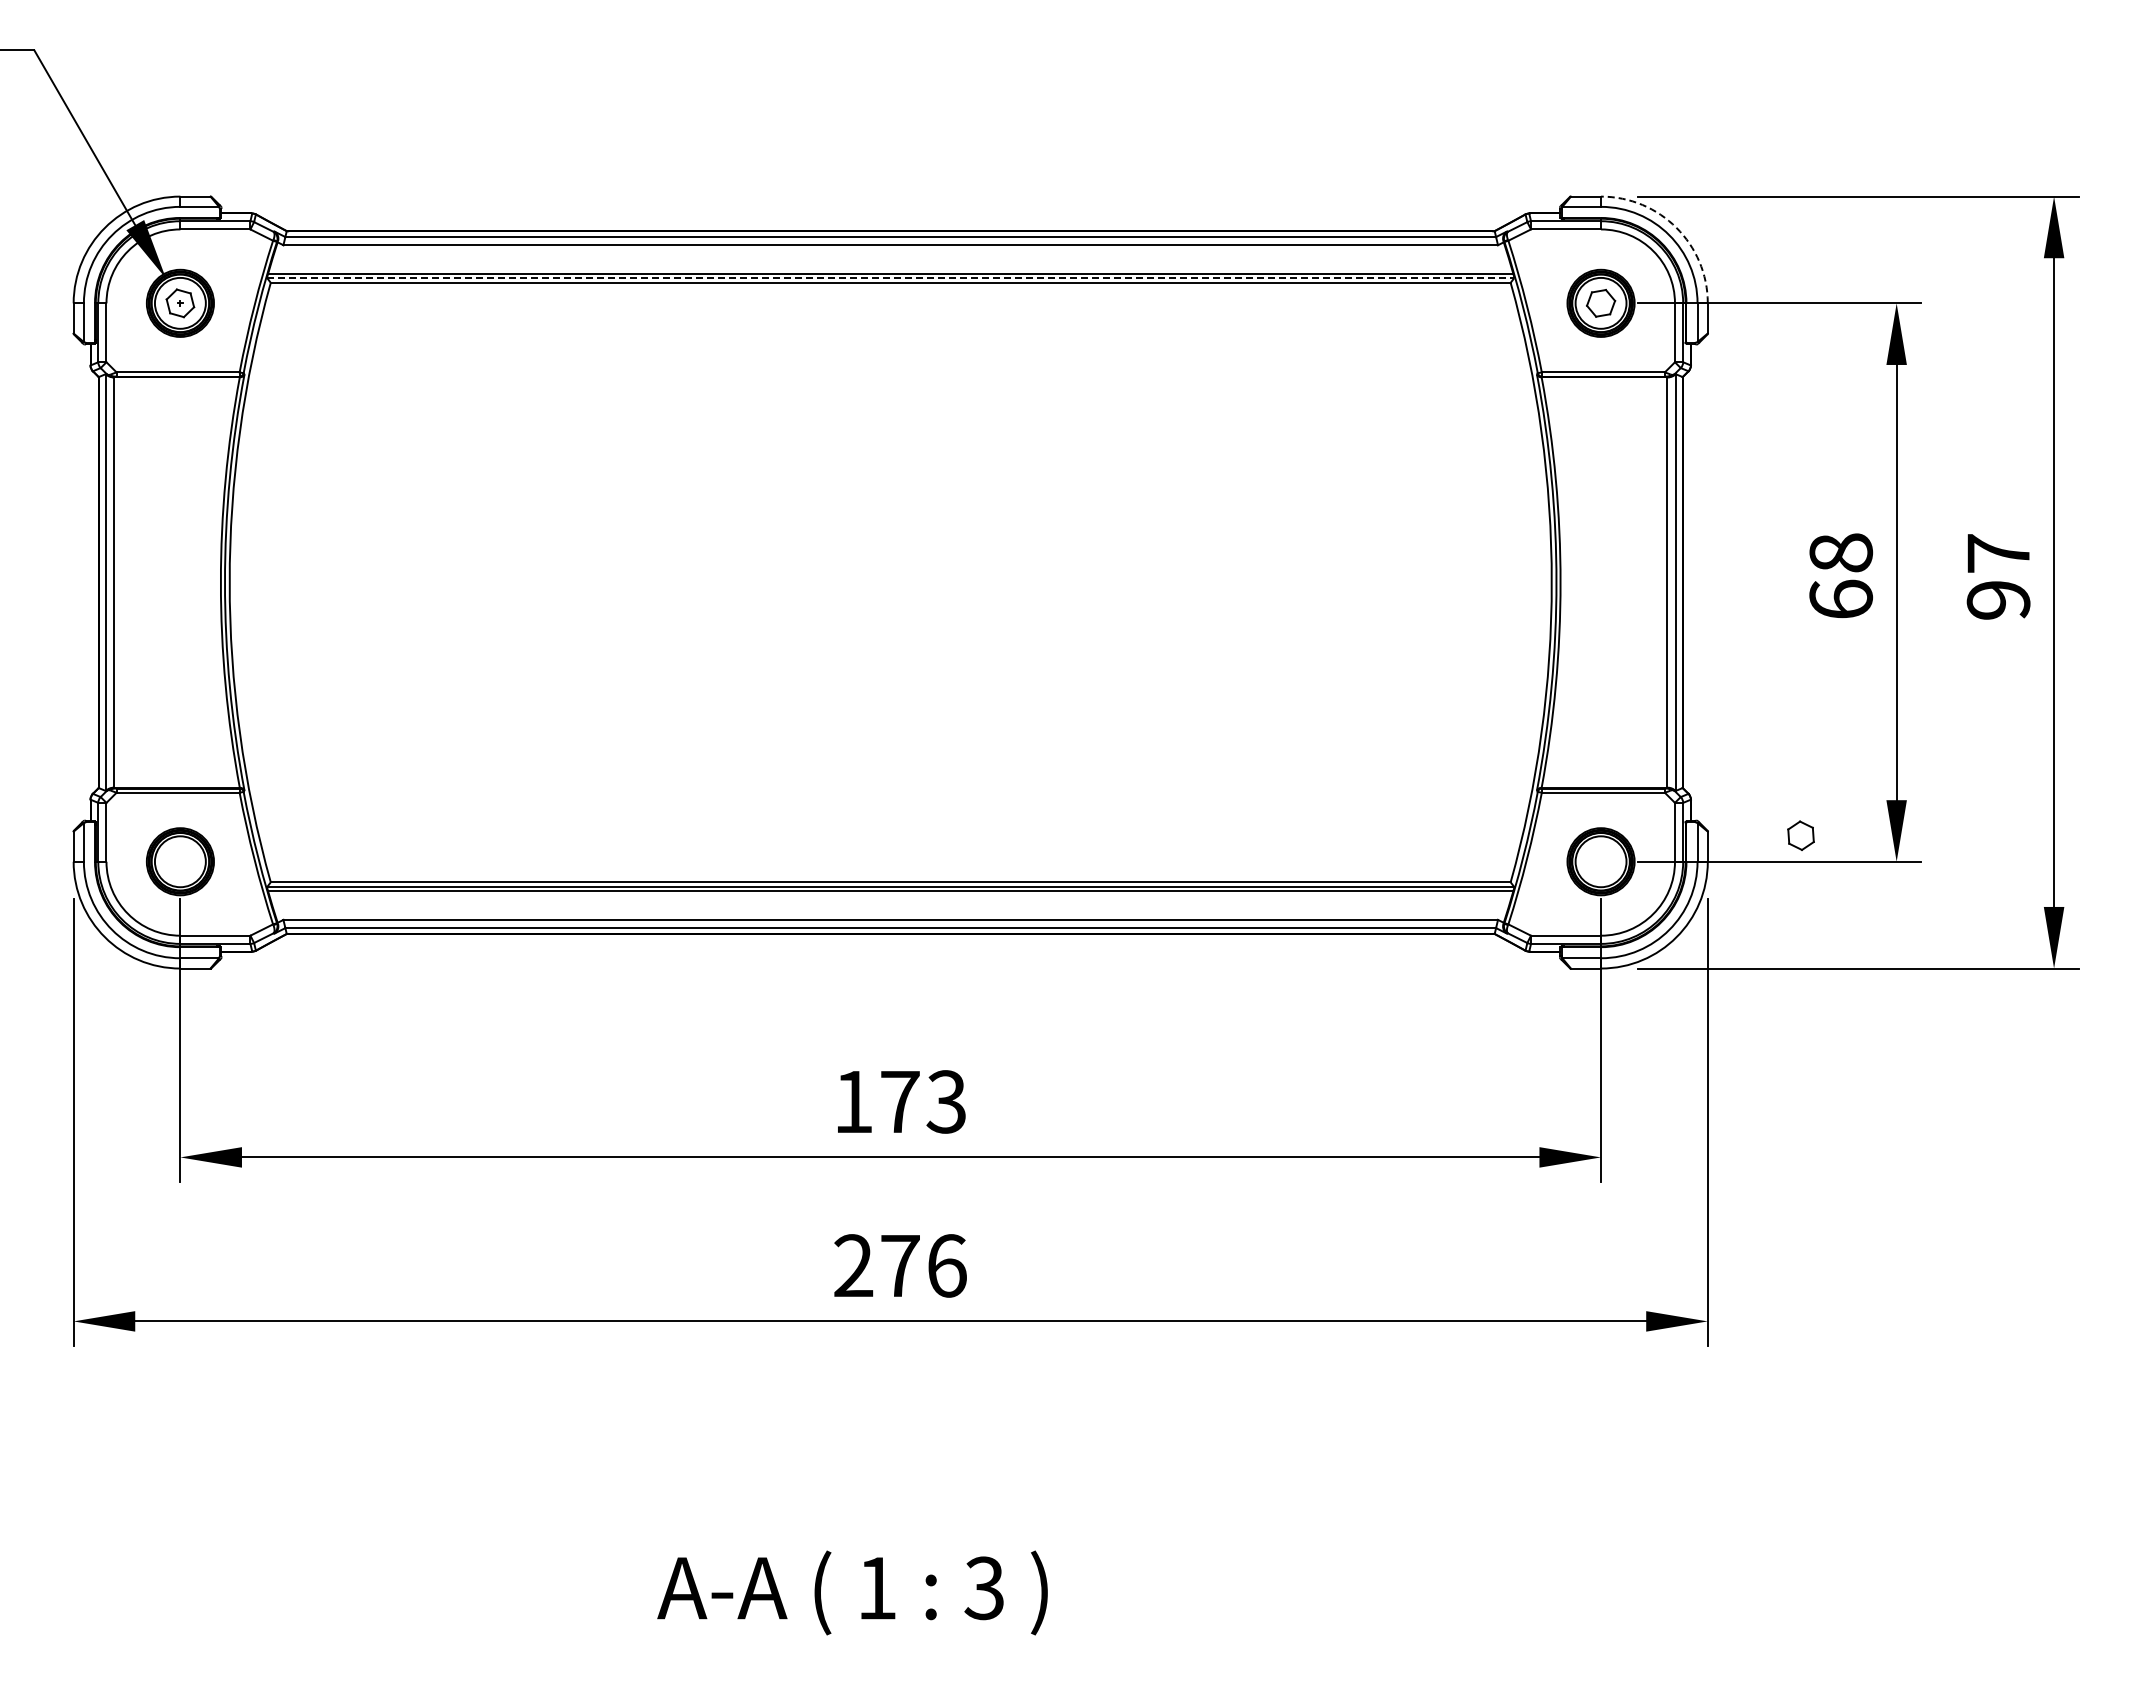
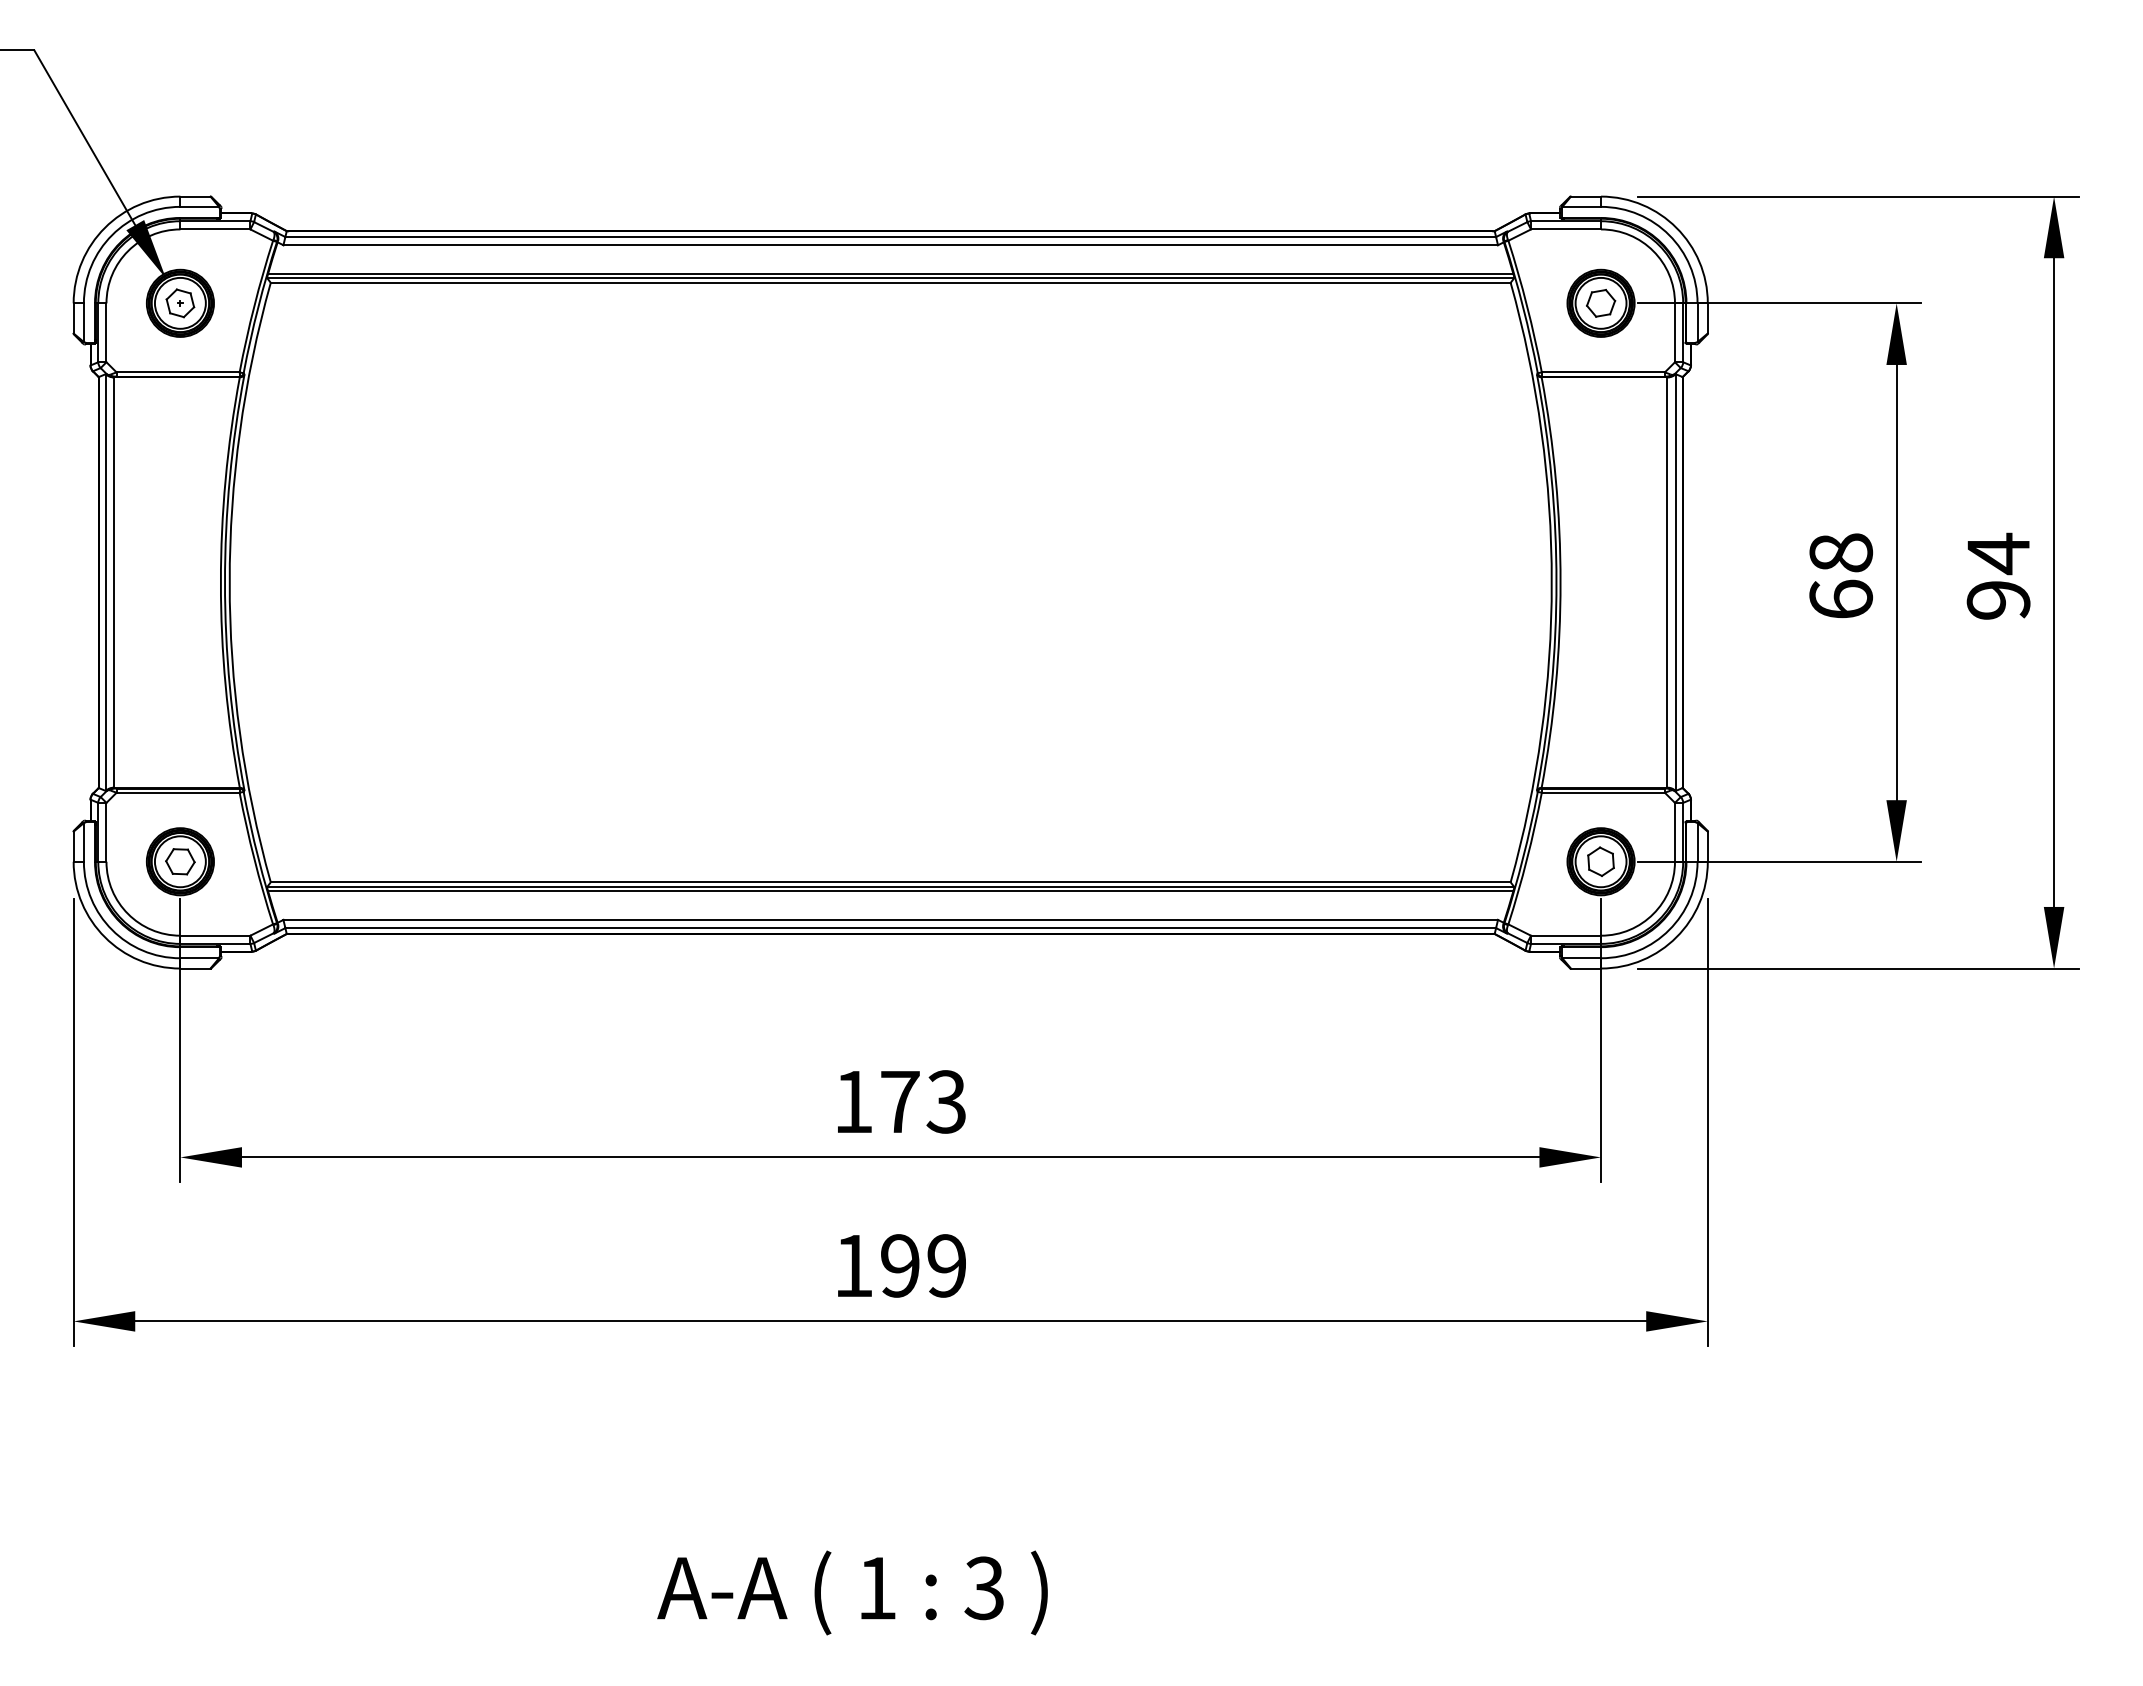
arc at (1676, 227): dashed -> solid
line at (890, 278): dashed -> solid
text at (1998, 553): 97 -> 94
part at (1800, 835) position: (1800, 835) -> (1600, 861)
part at (180, 861): none -> present
text at (900, 1265): 276 -> 199
